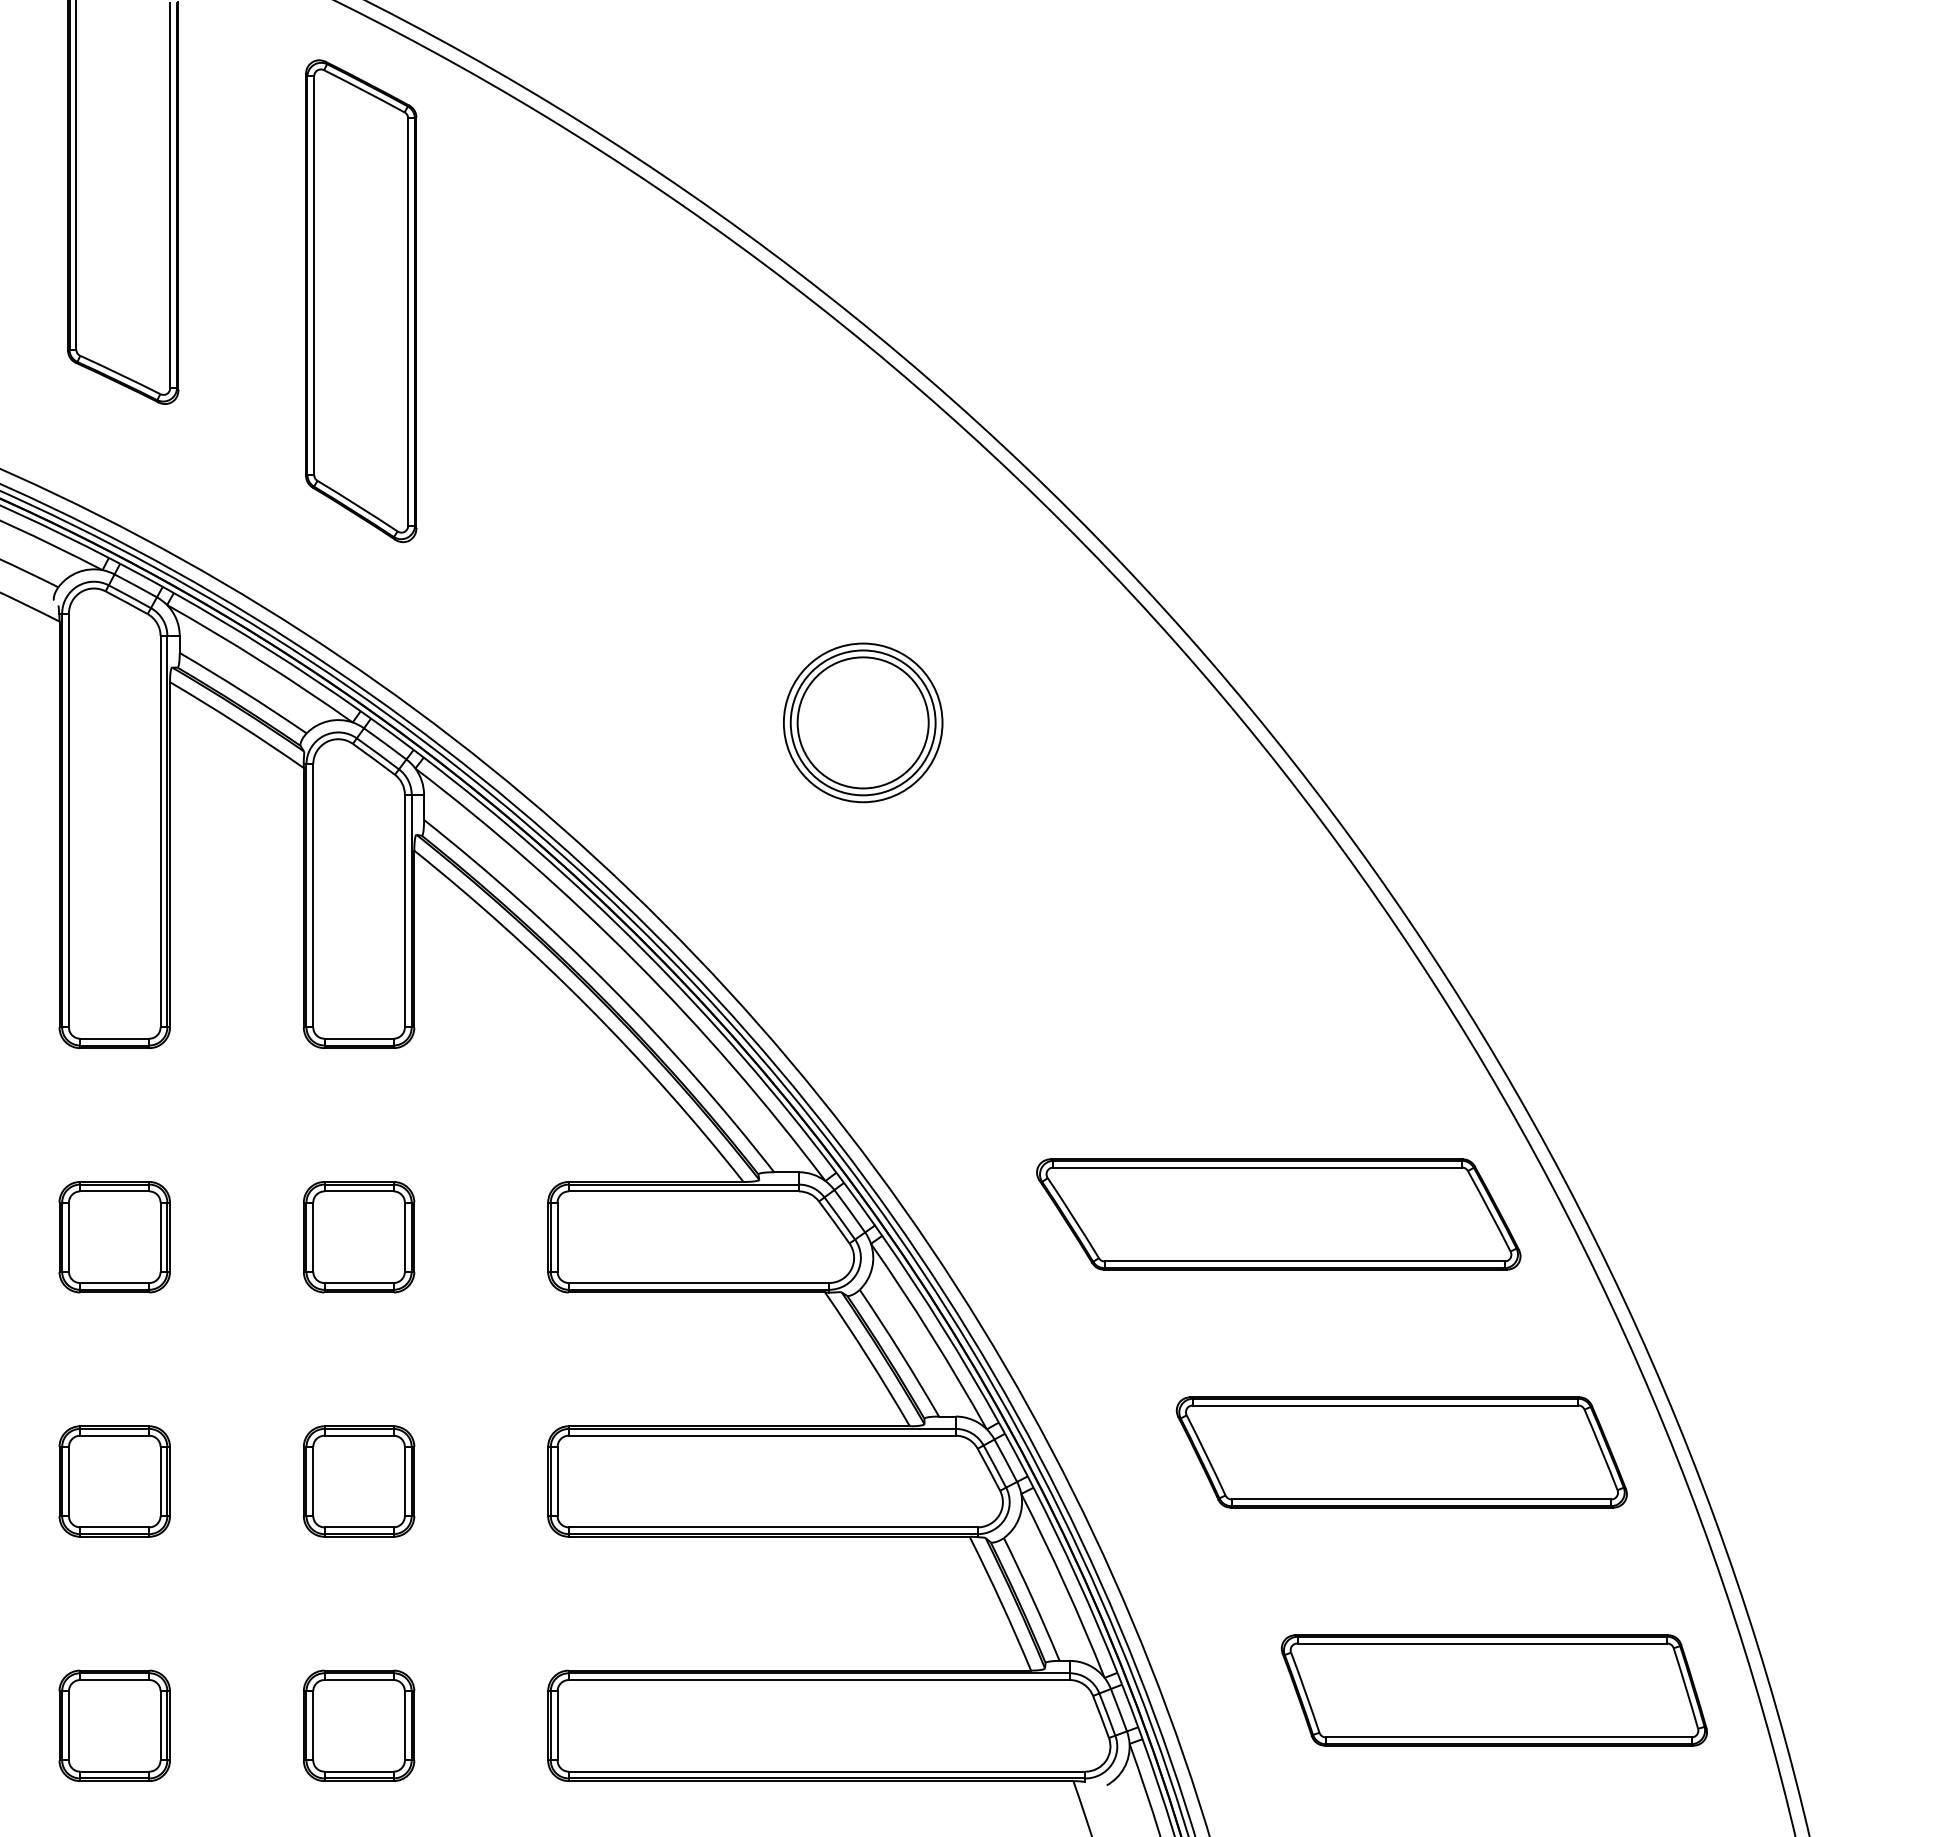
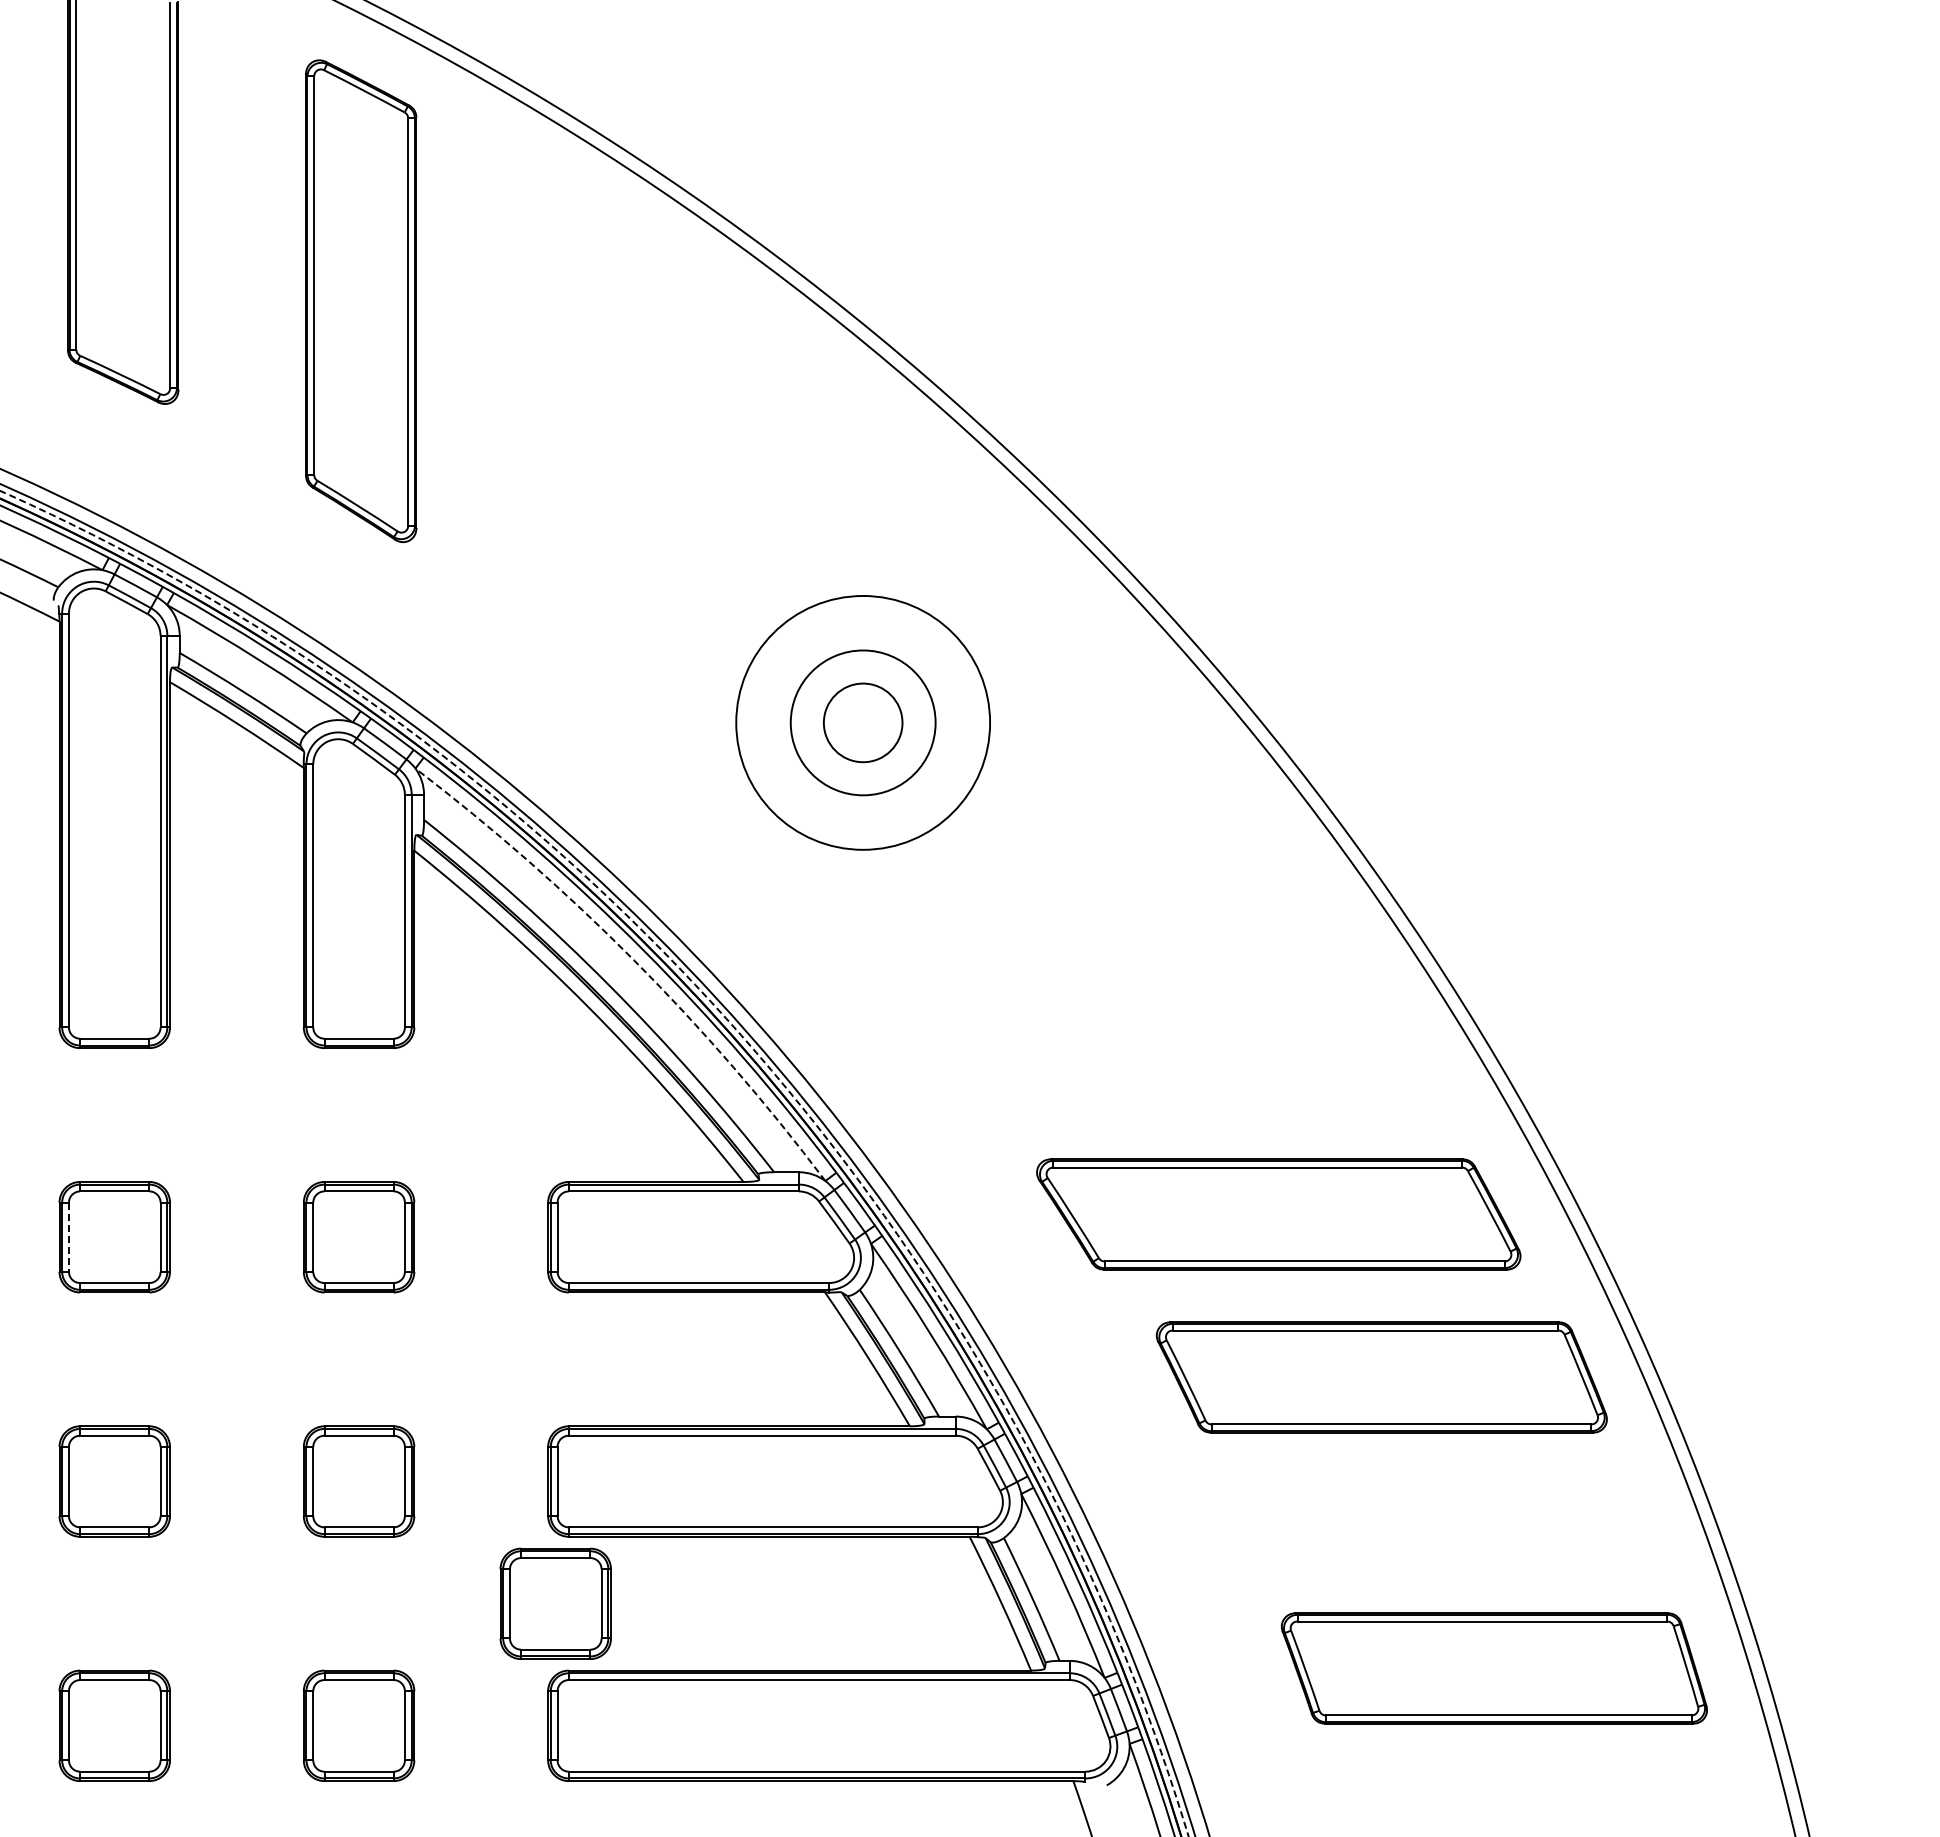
circle at (862, 722) diameter: 131 px -> 79 px
circle at (862, 722) diameter: 159 px -> 254 px
arc at (634, 960): solid -> dashed
arc at (742, 1036): solid -> dashed
line at (68, 1237): solid -> dashed
part at (1401, 1452) position: (1401, 1452) -> (1381, 1377)
part at (555, 1603): none -> present
part at (1493, 1690) position: (1493, 1690) -> (1493, 1668)
